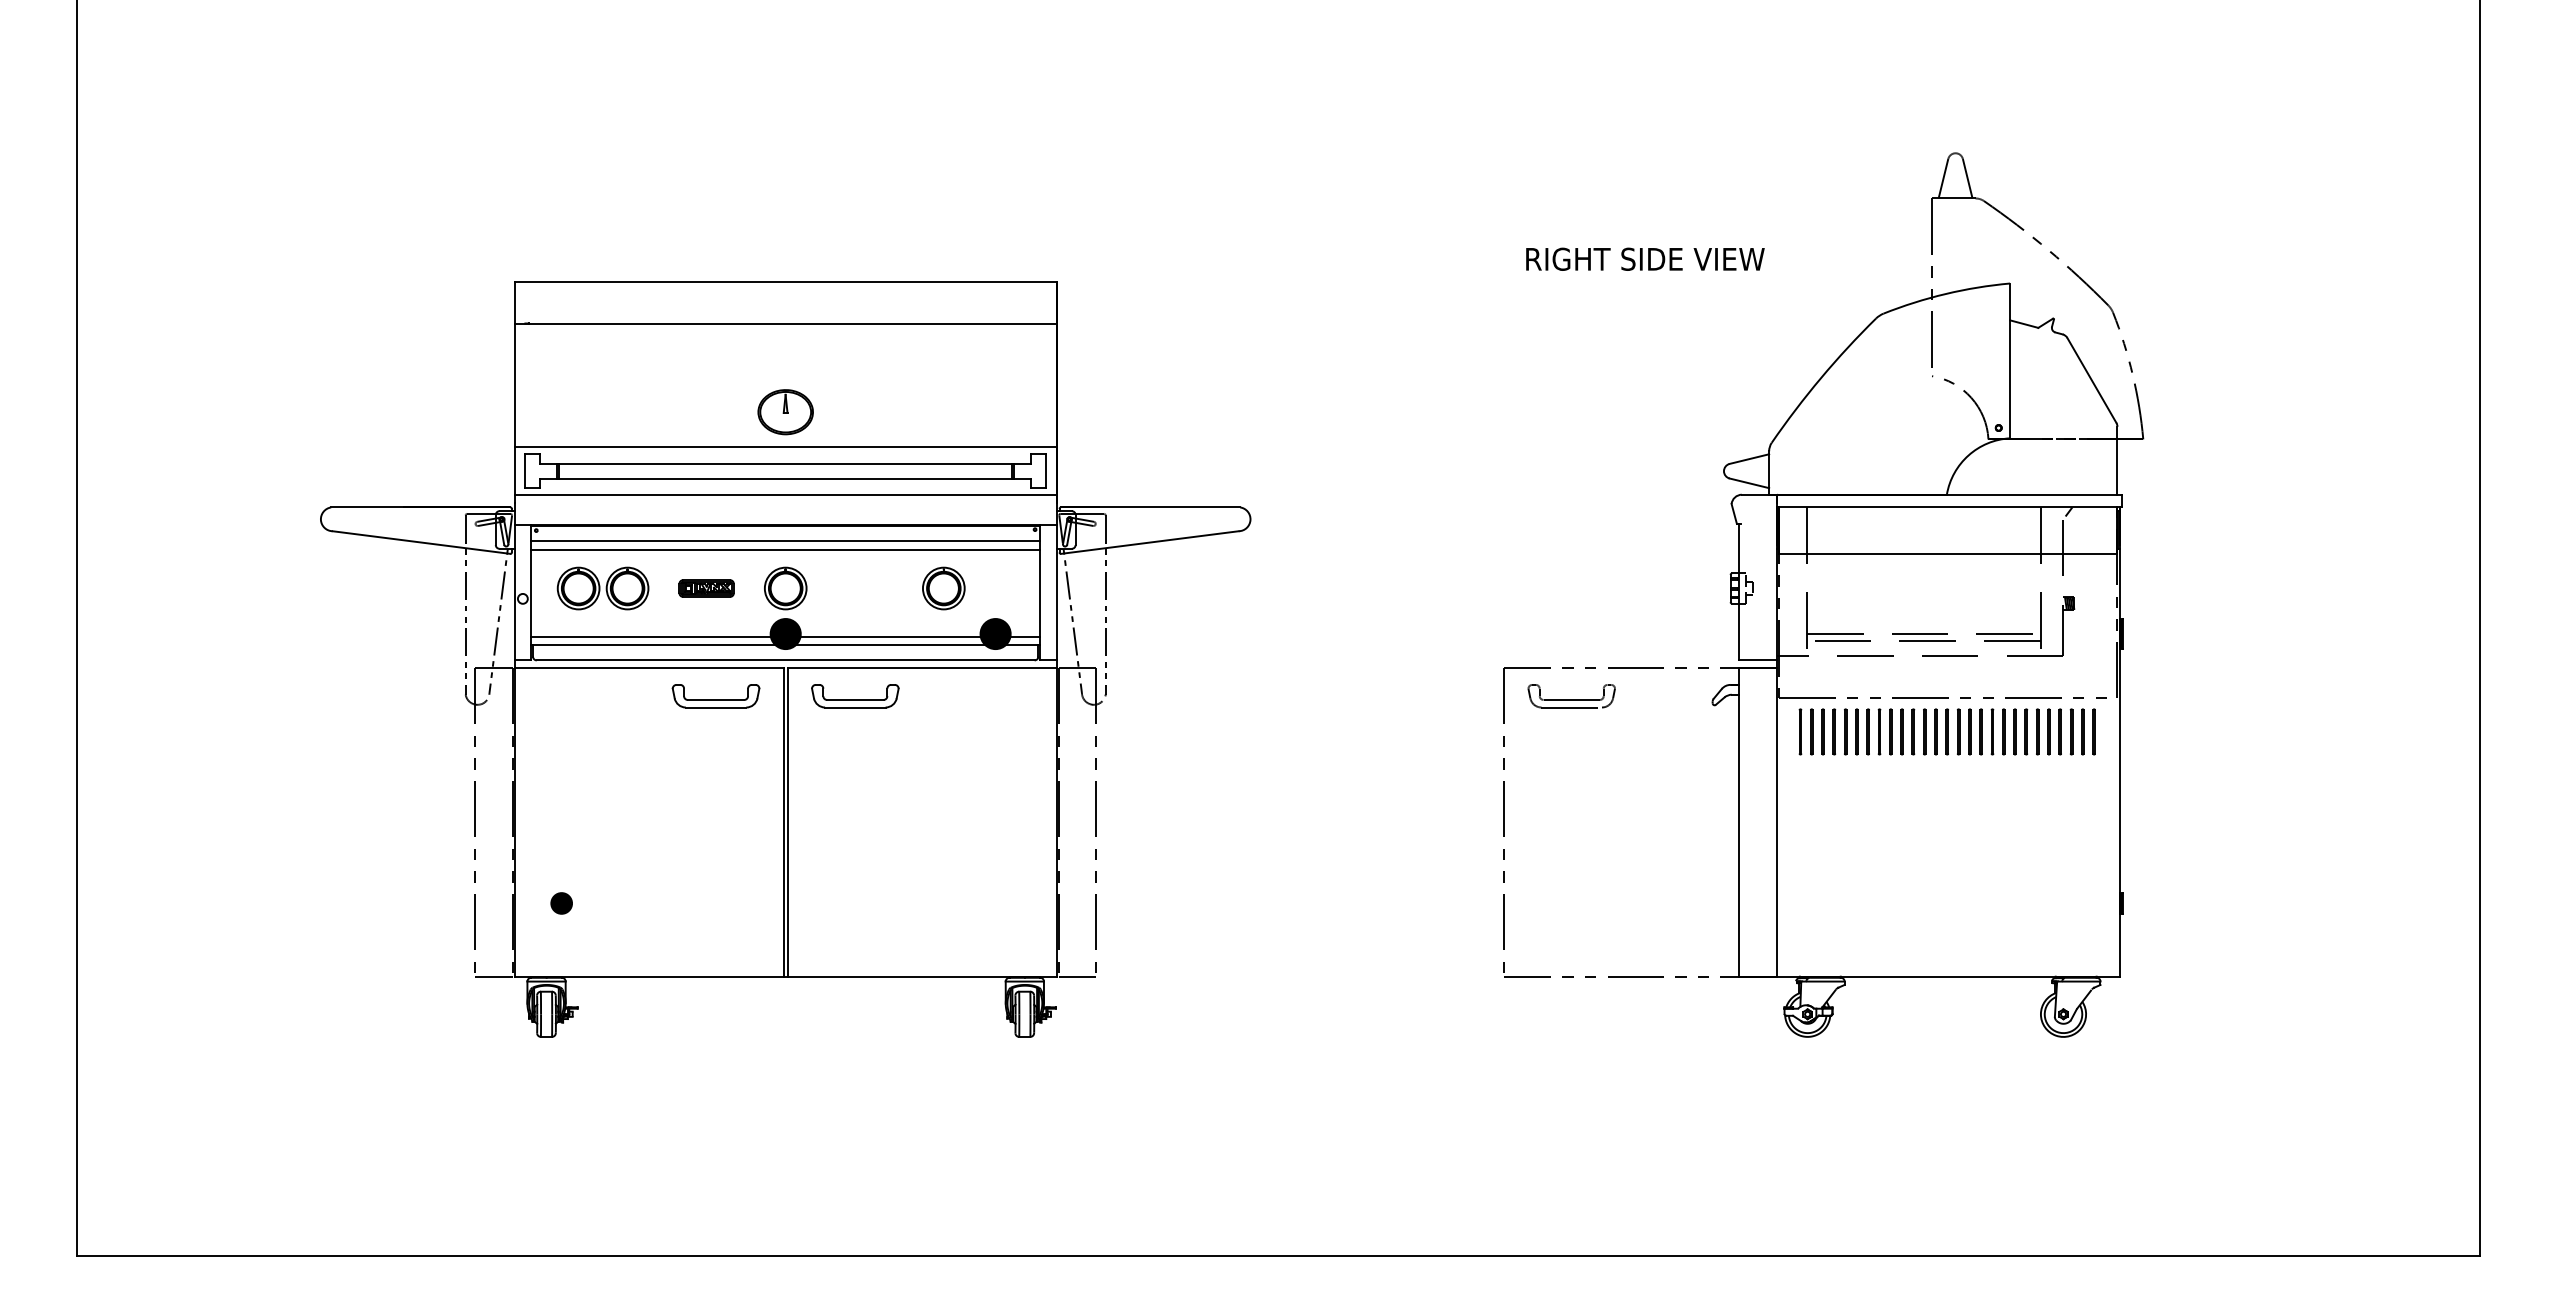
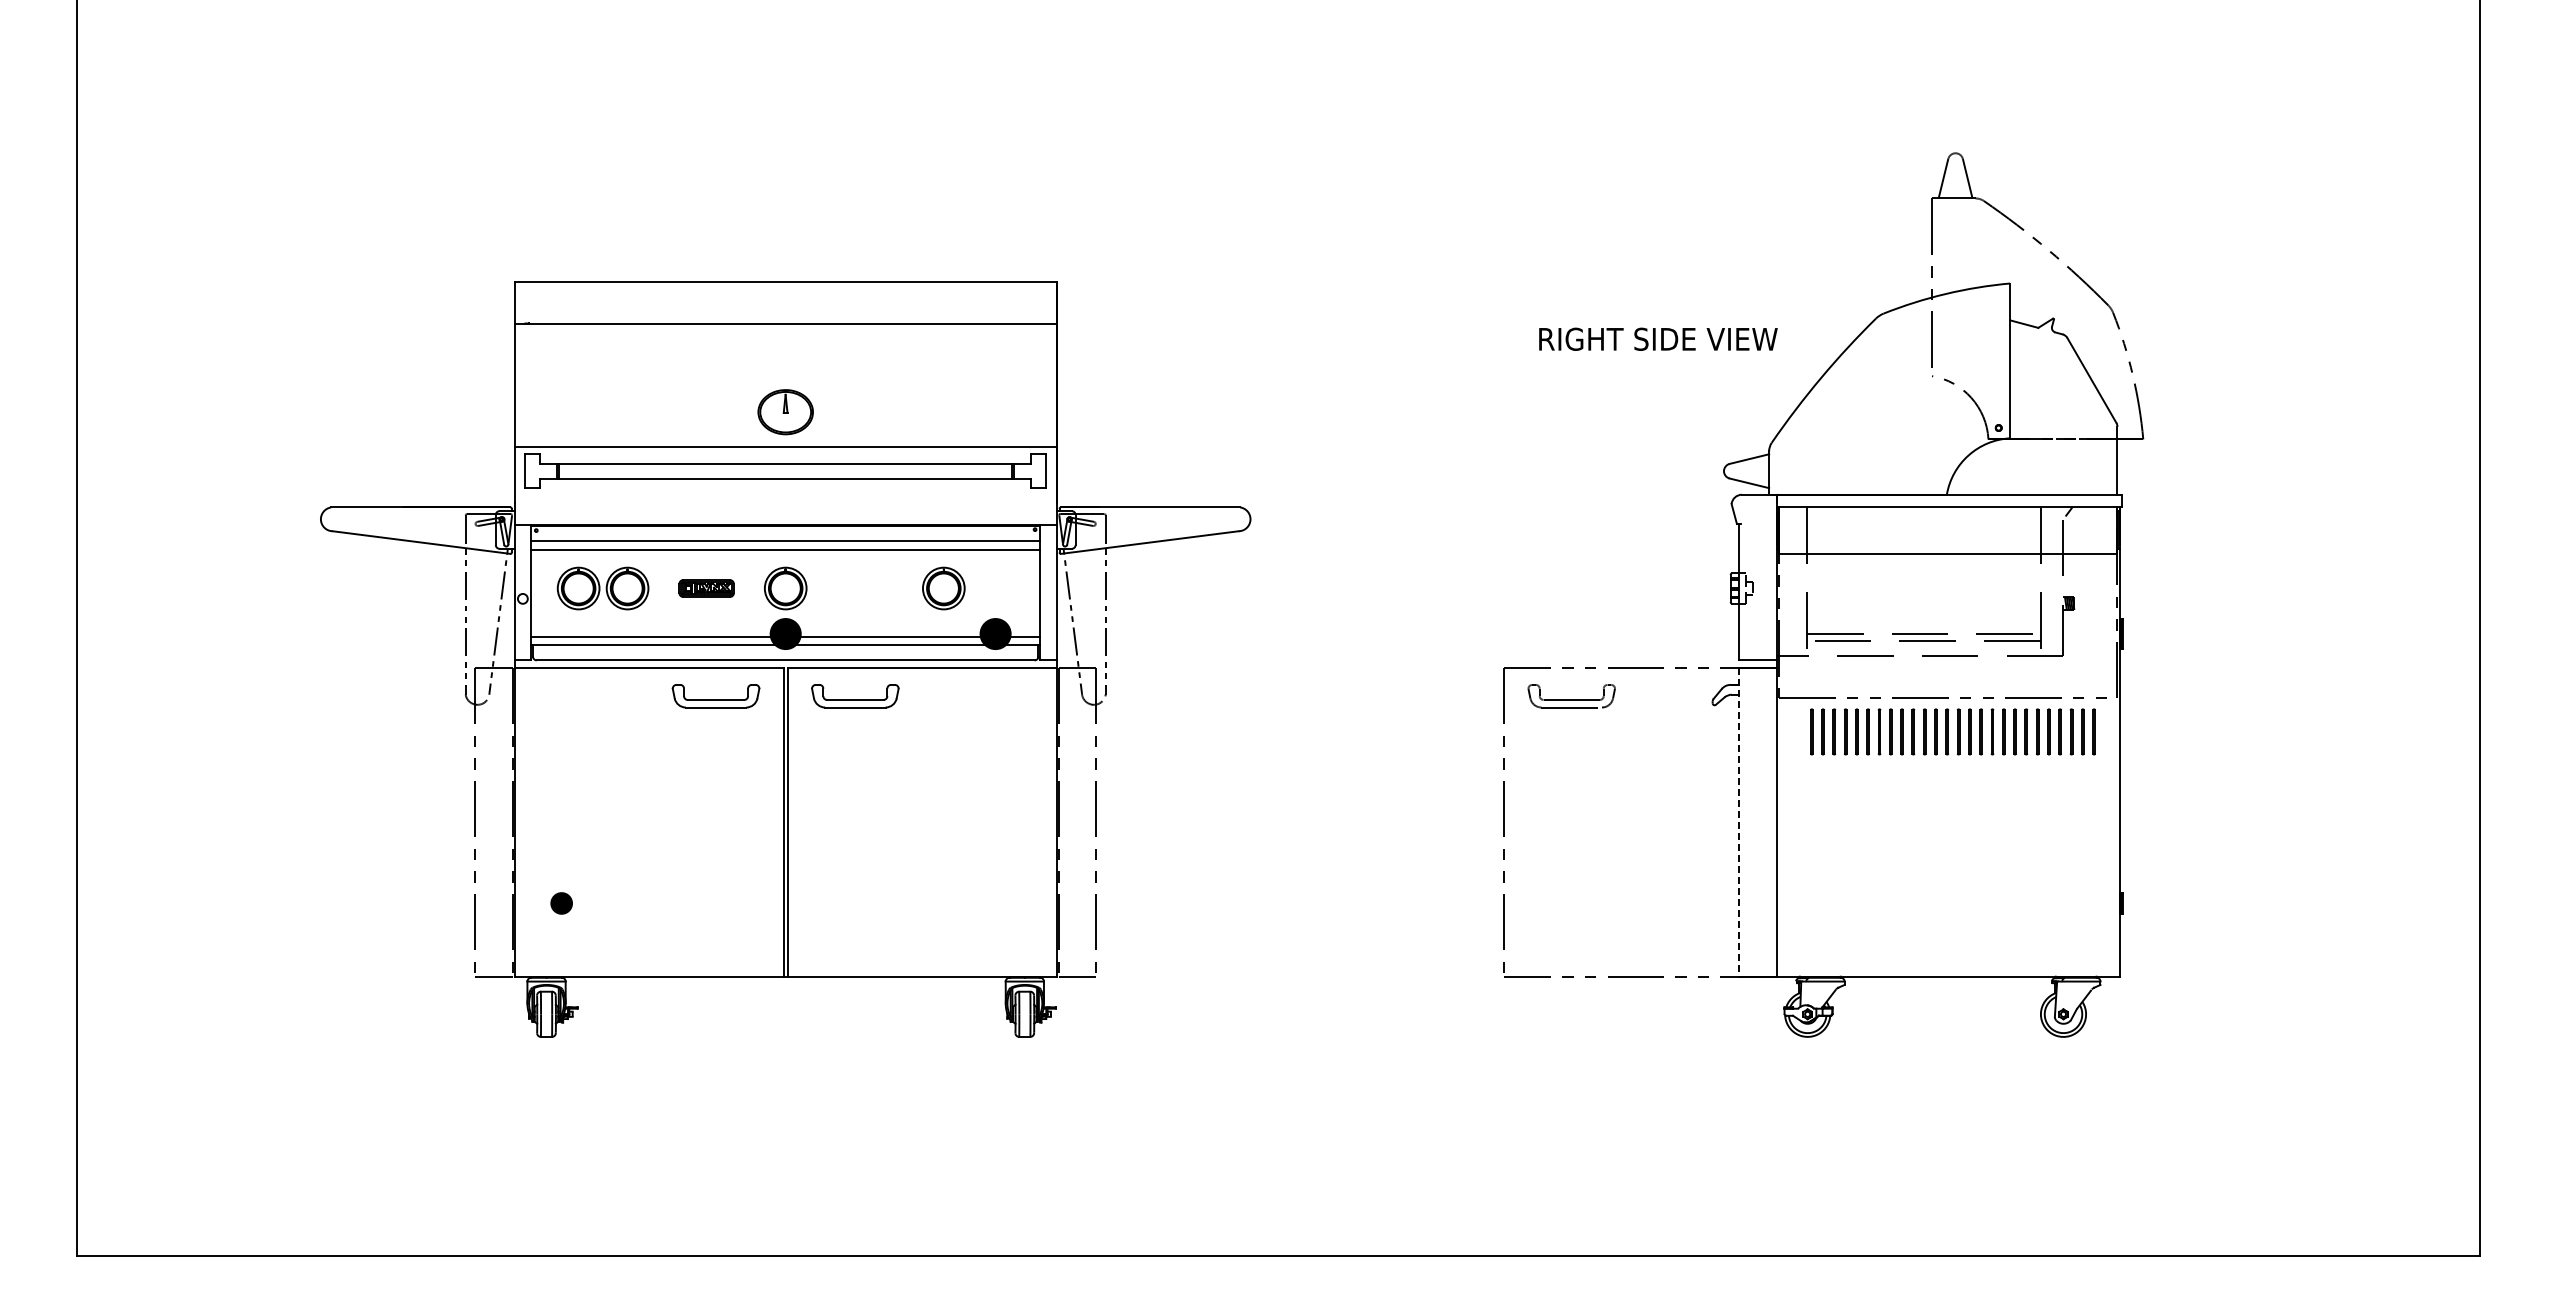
text at (1645, 258) position: (1645, 258) -> (1658, 338)
line at (785, 494): present -> none
line at (1800, 731): present -> none
line at (1739, 822): solid -> dashed
